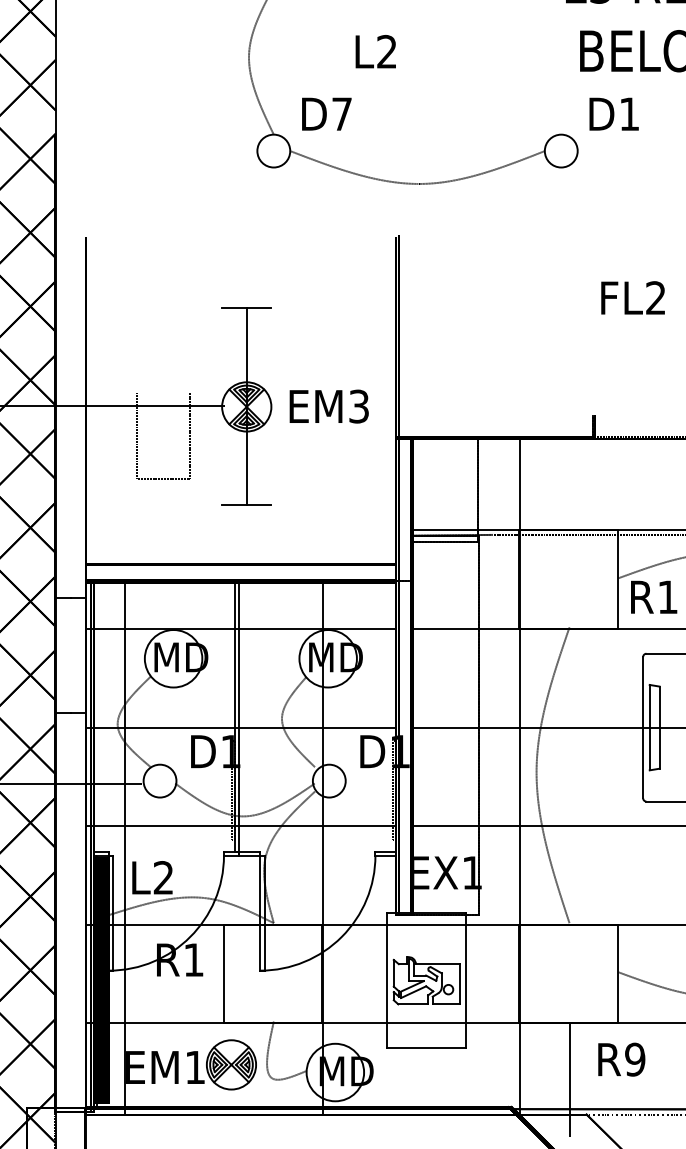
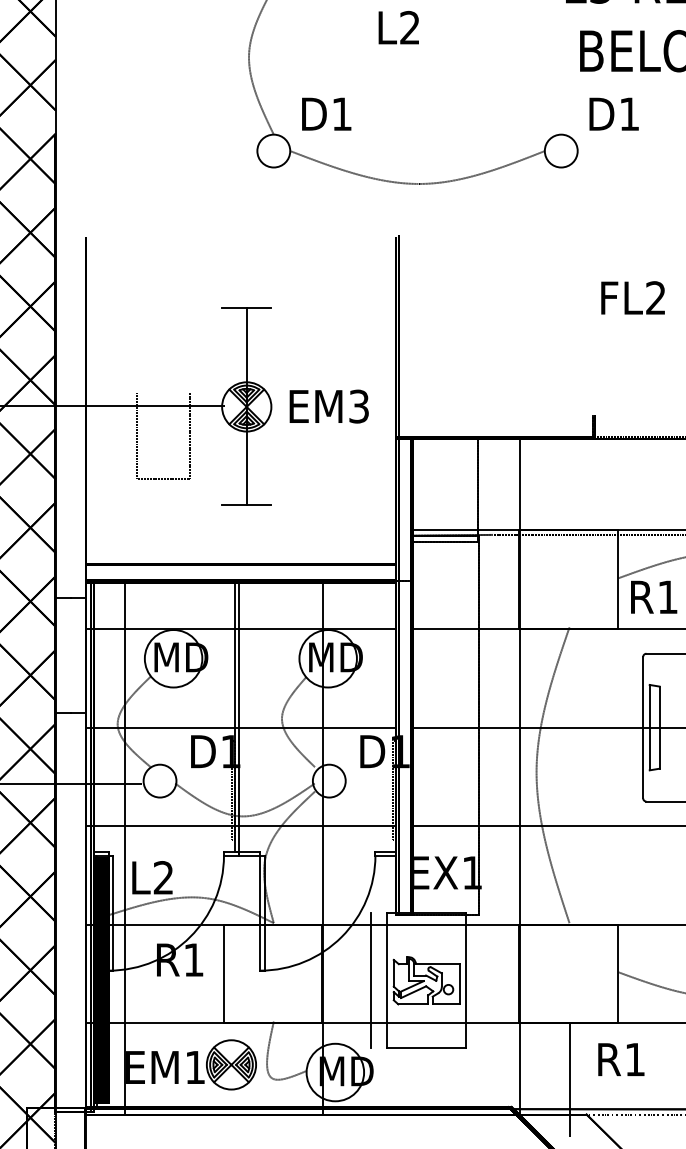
text at (375, 51) position: (375, 51) -> (398, 27)
text at (341, 113): D7 -> D1
line at (370, 980): none -> present
text at (635, 1059): R9 -> R1
